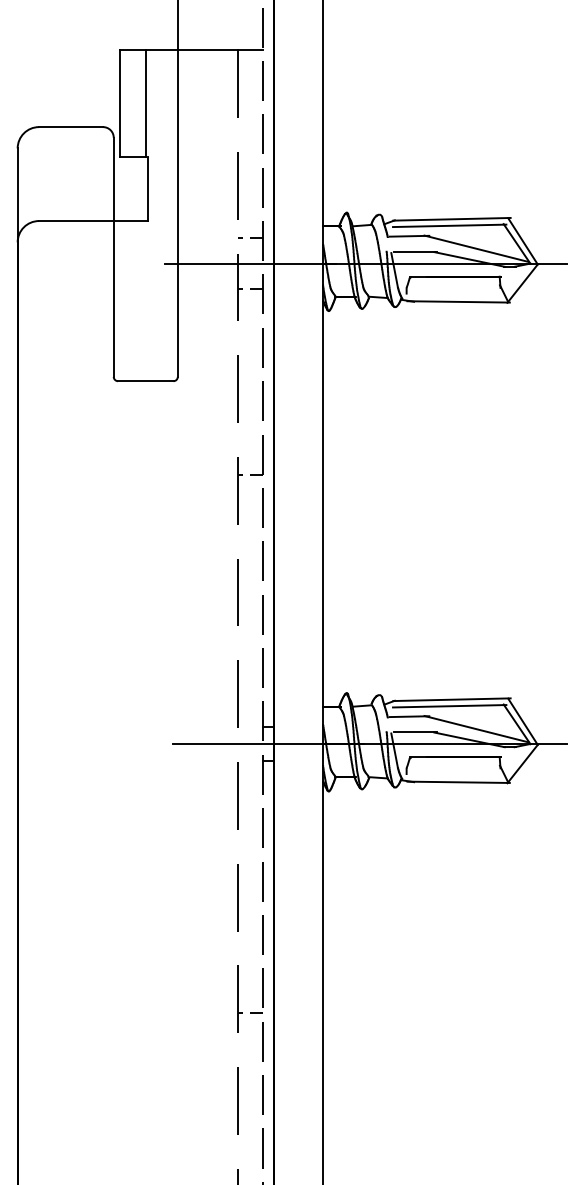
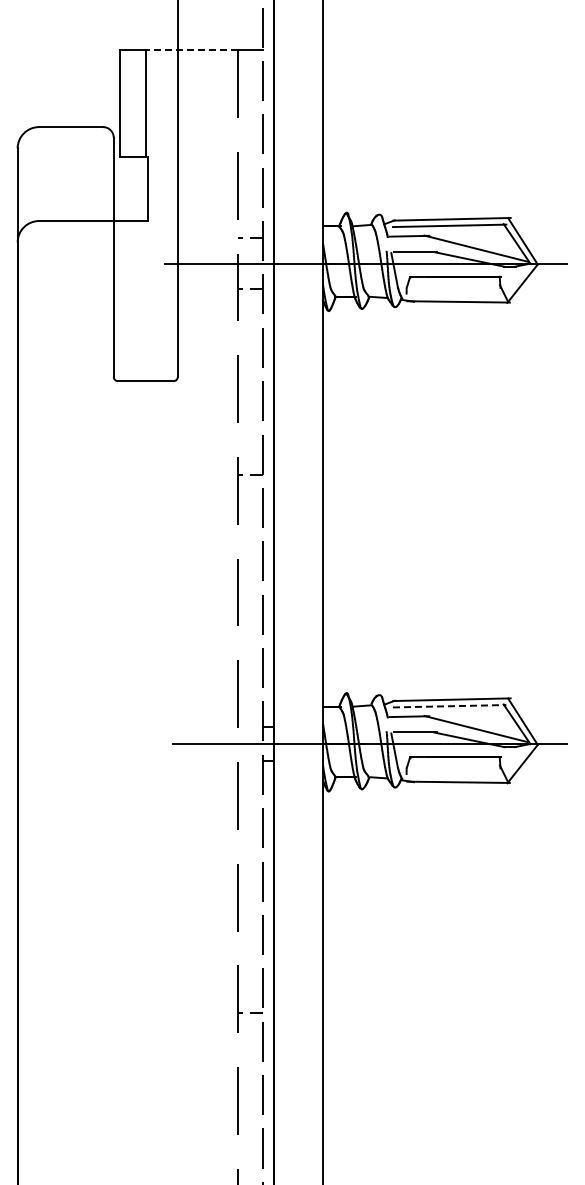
line at (191, 50): solid -> dashed
line at (449, 706): solid -> dashed
